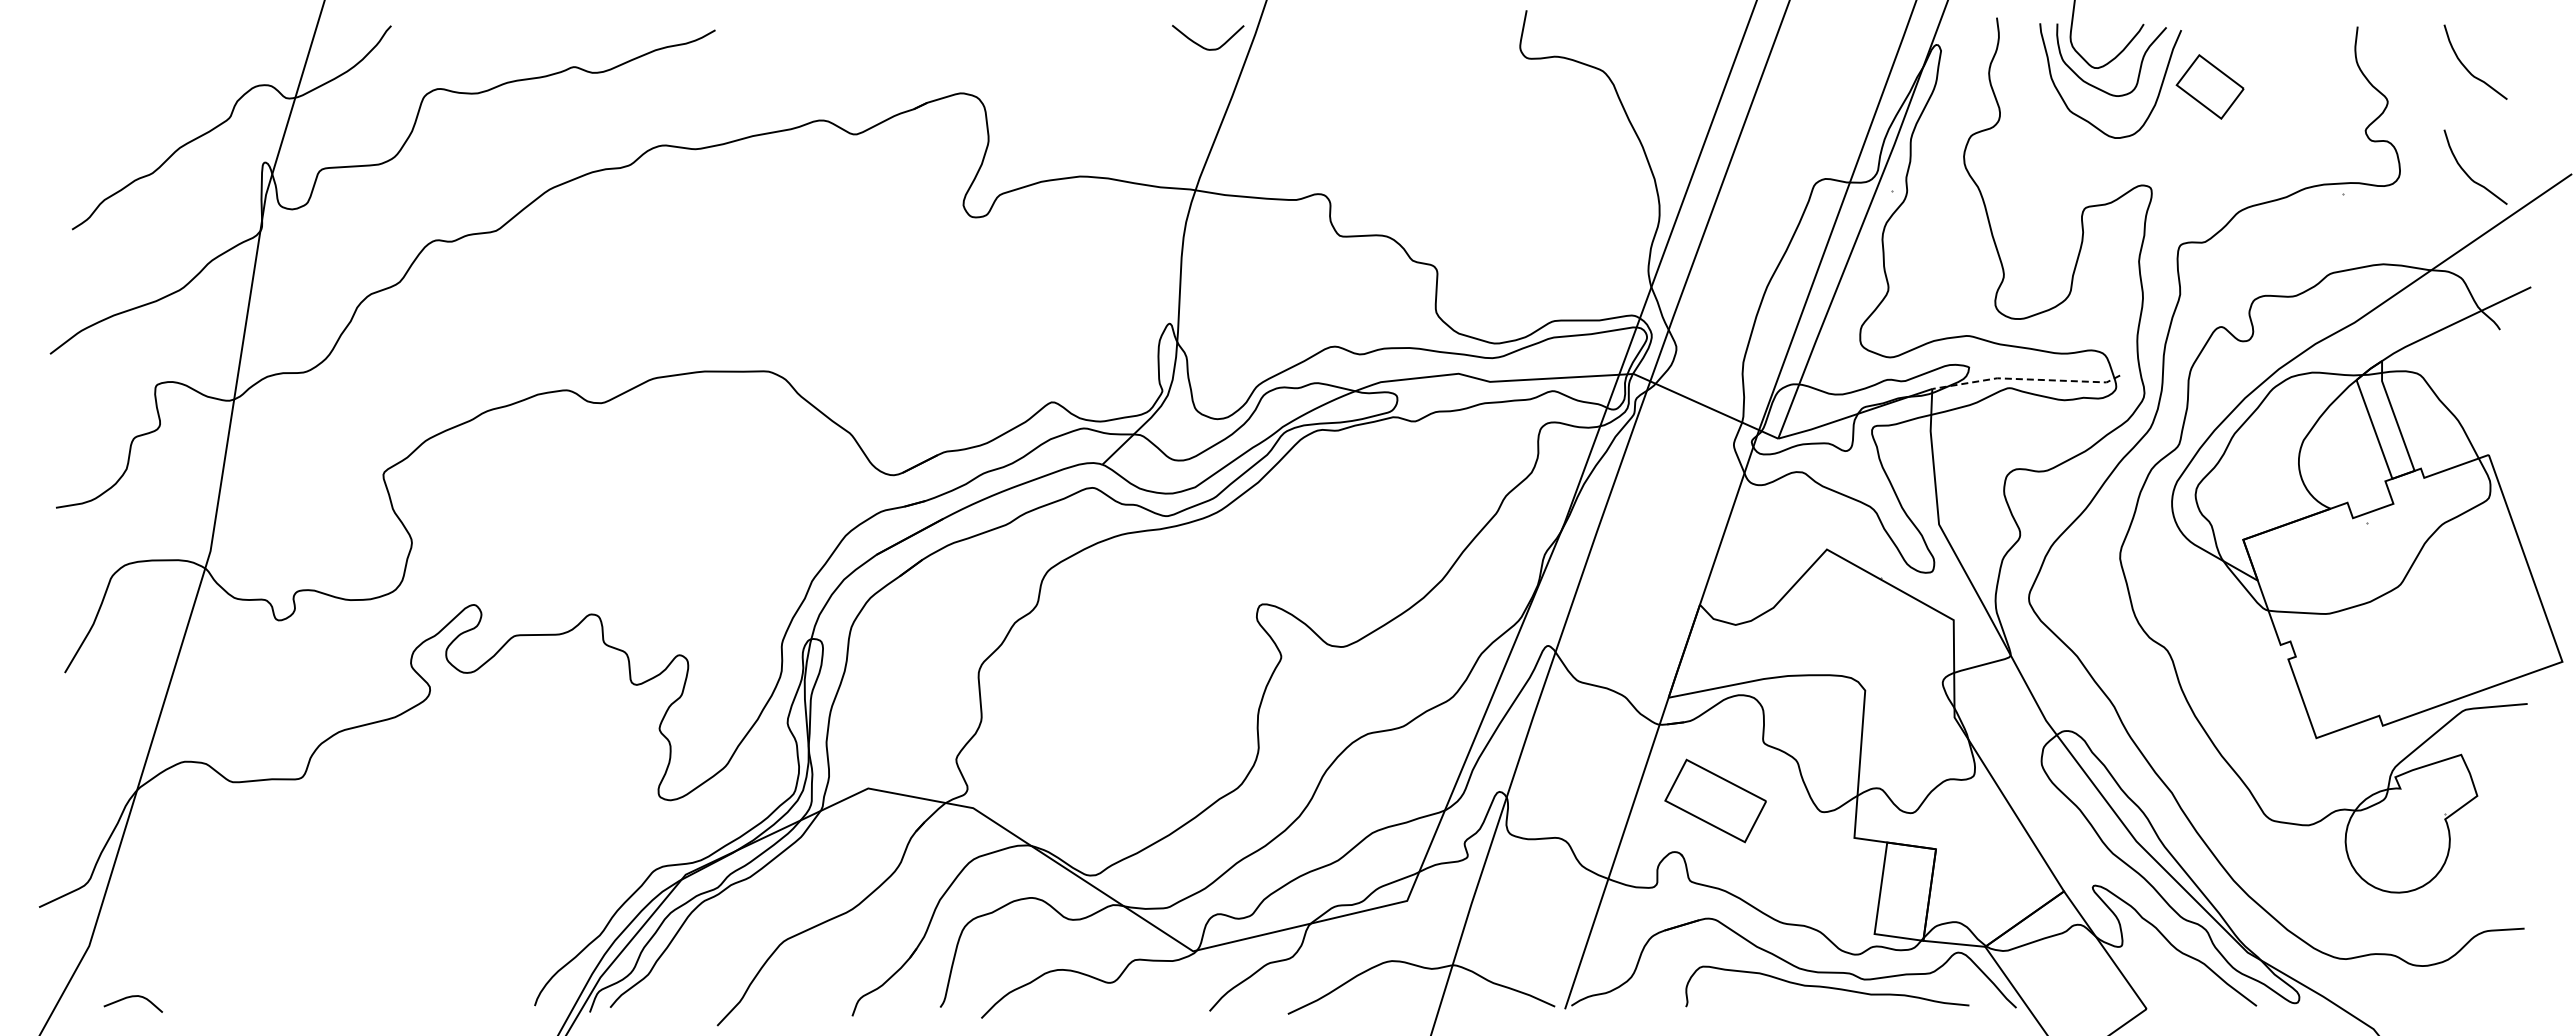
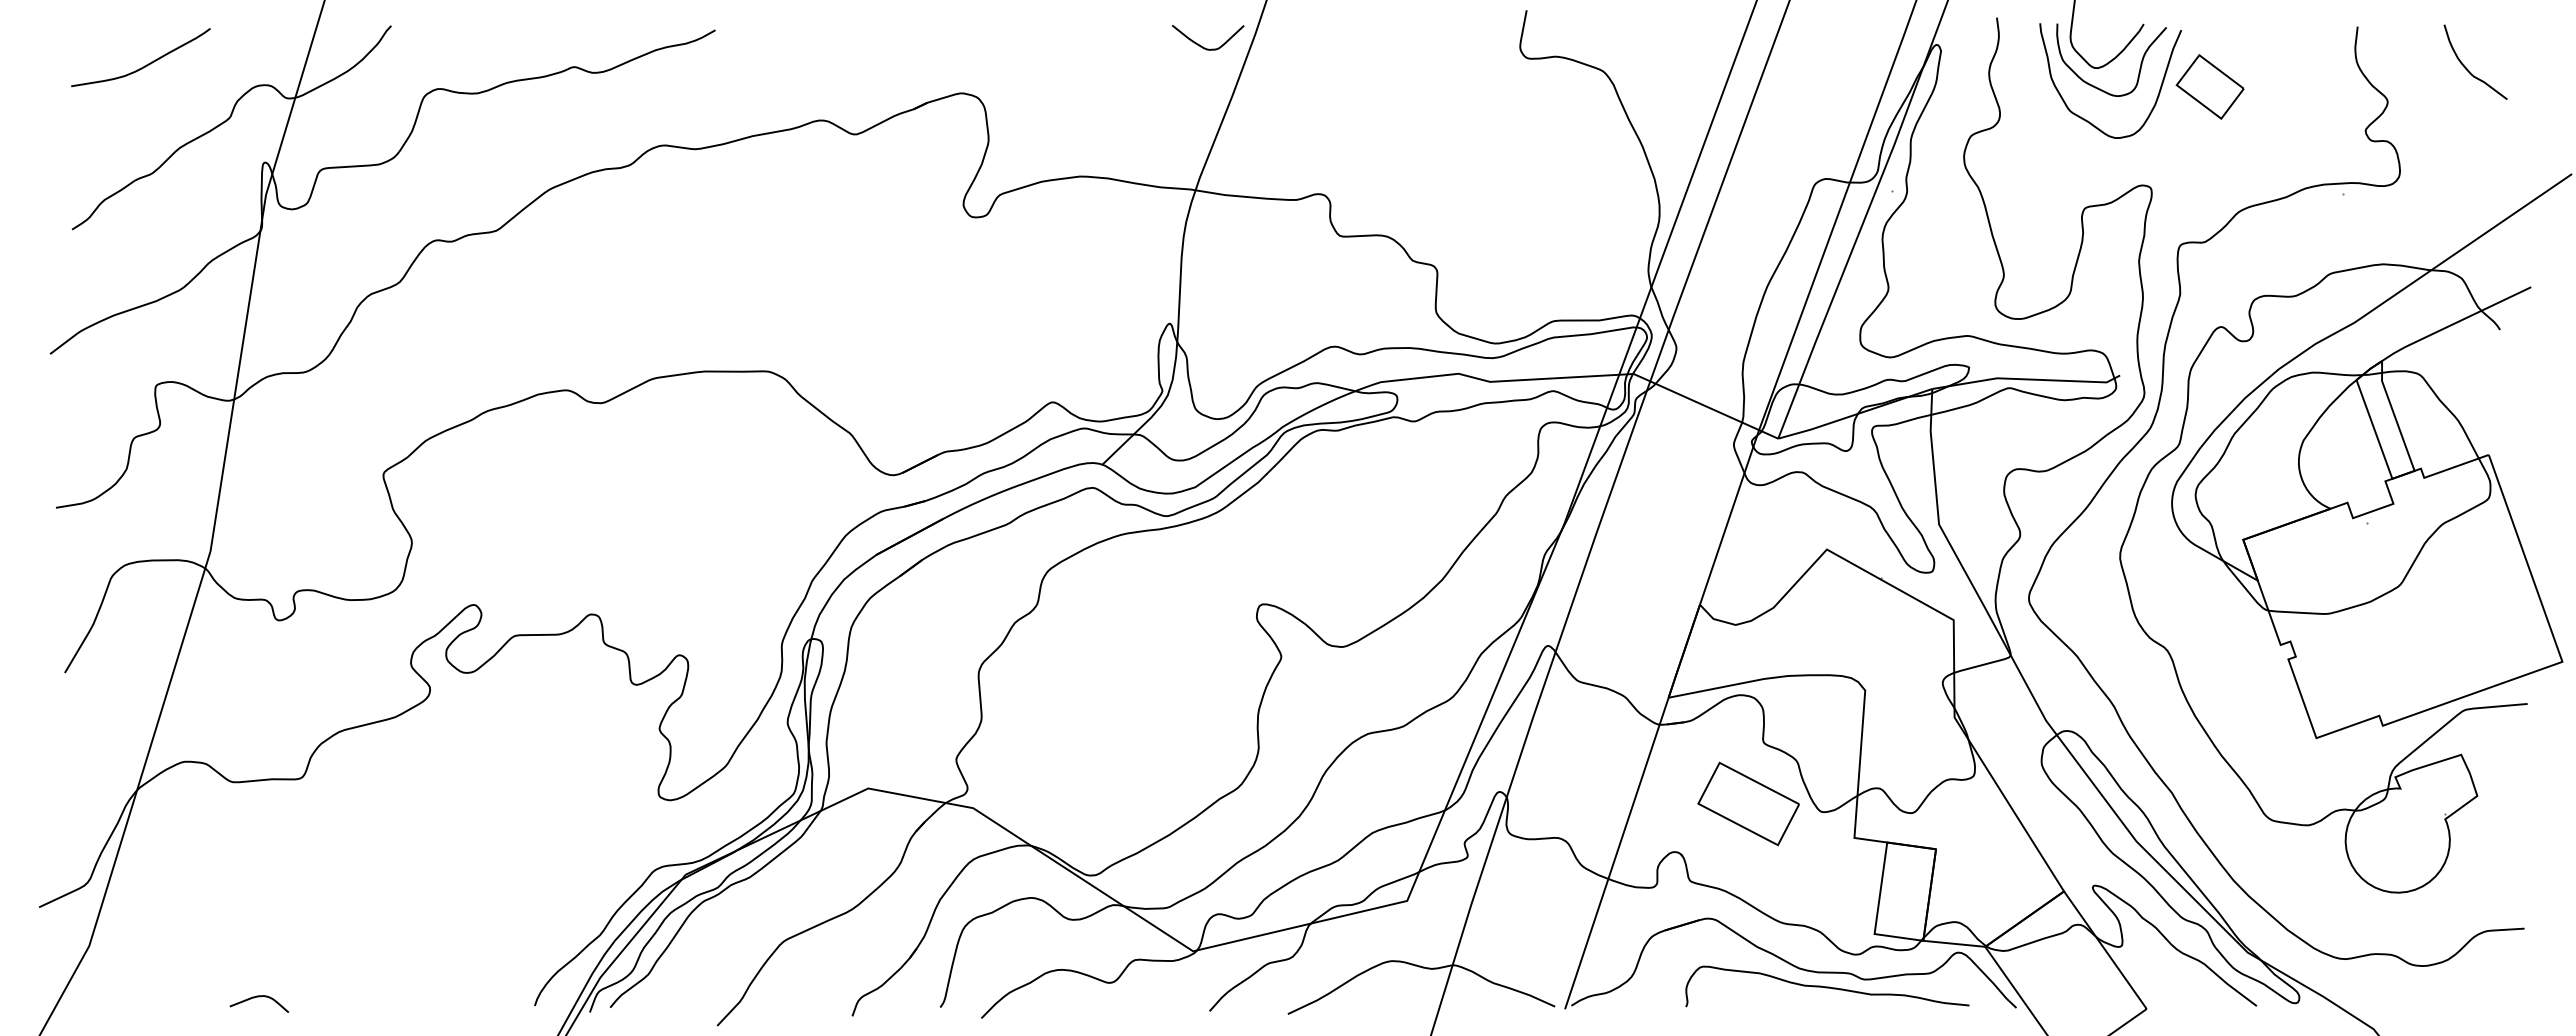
curve at (144, 65): none -> present
curve at (2467, 173): present -> none
line at (2027, 379): dashed -> solid
part at (1715, 800) position: (1715, 800) -> (1748, 803)
curve at (132, 997) position: (132, 997) -> (258, 997)
